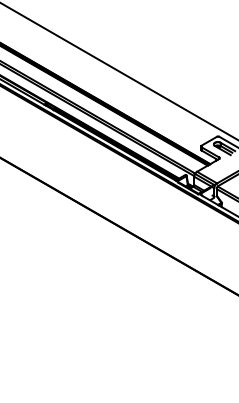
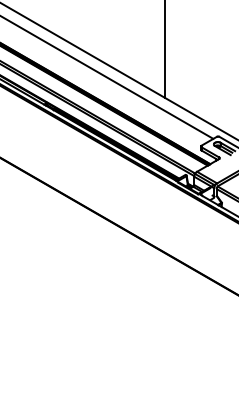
line at (165, 49): none -> present
line at (107, 77): none -> present
